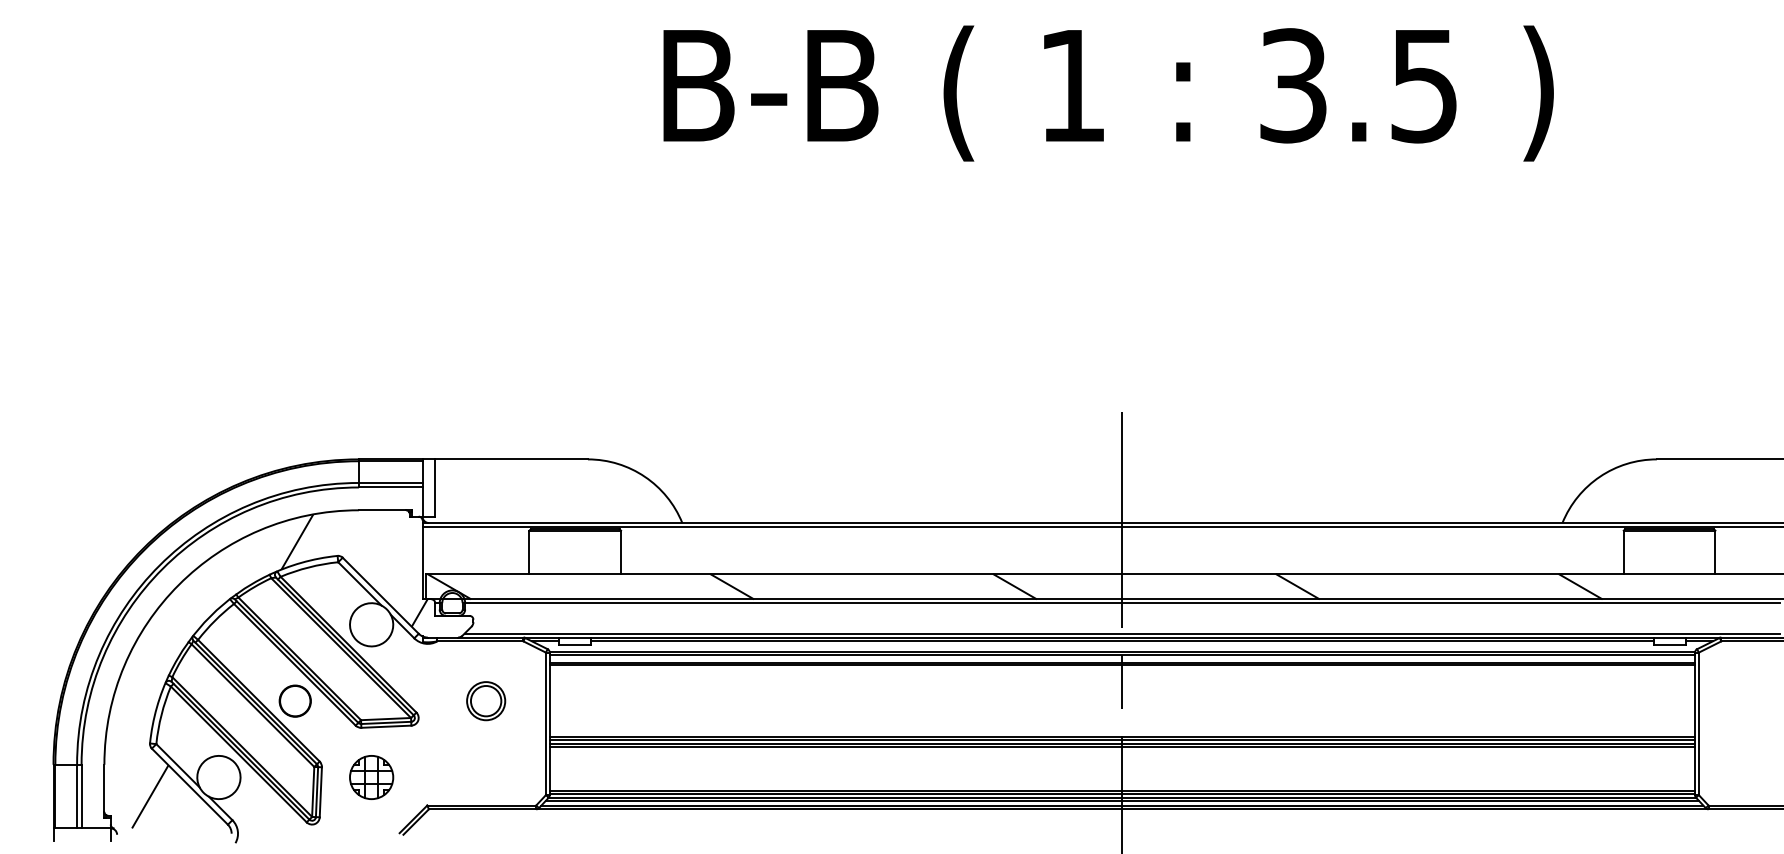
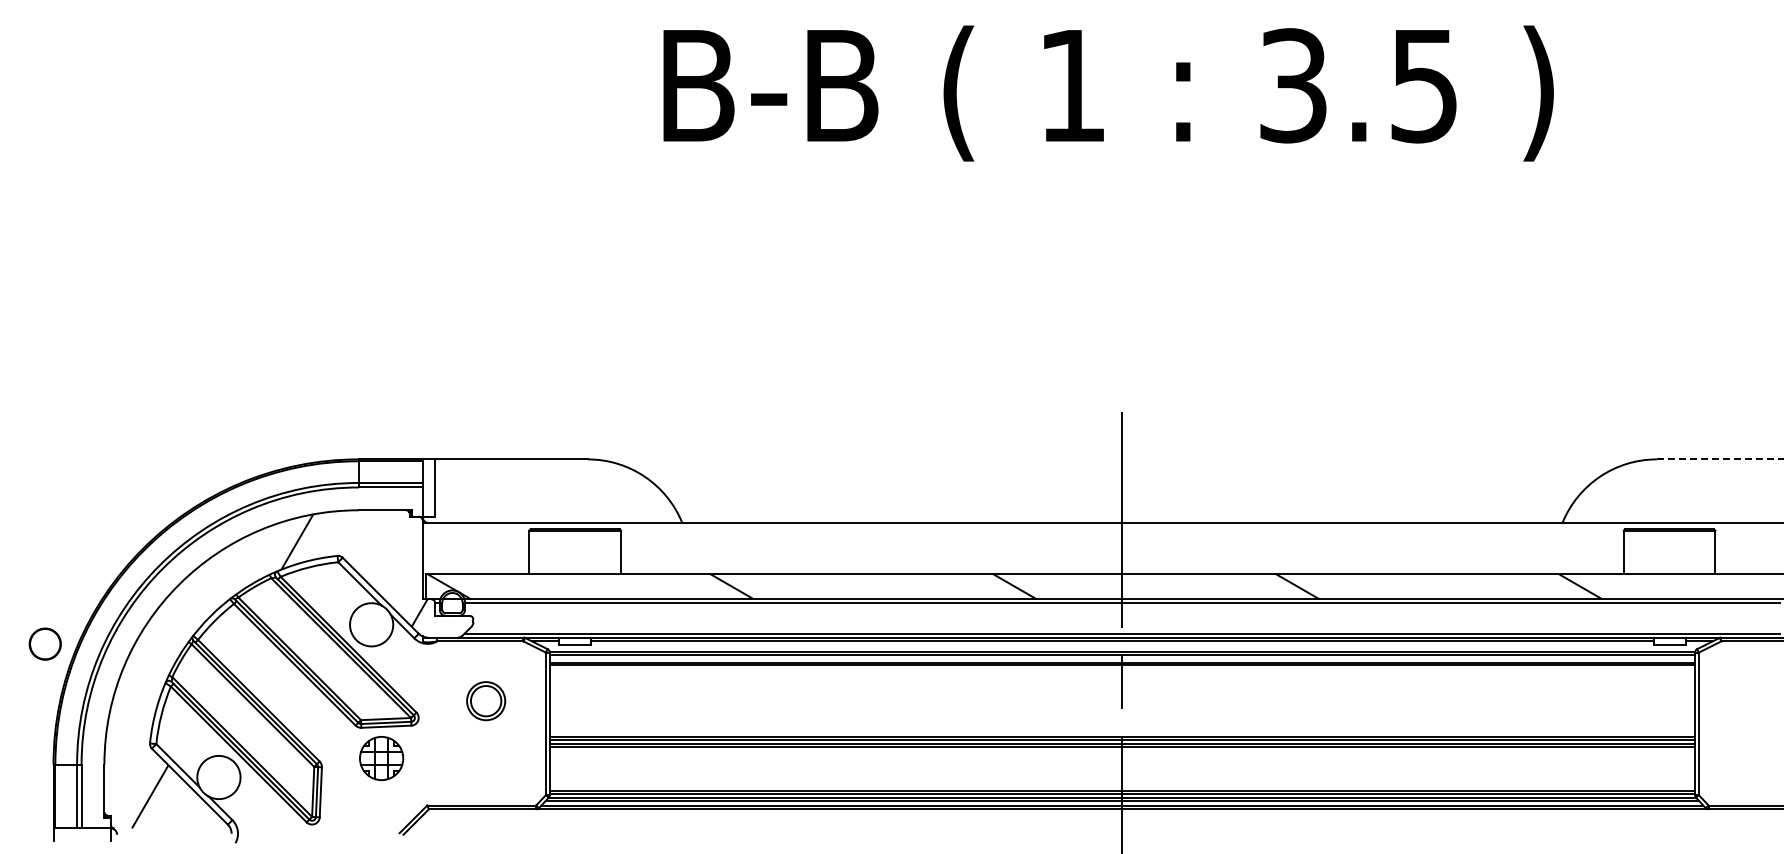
line at (1720, 459): solid -> dashed
line at (1101, 526): present -> none
circle at (294, 700) position: (294, 700) -> (44, 643)
part at (371, 777) position: (371, 777) -> (381, 758)
